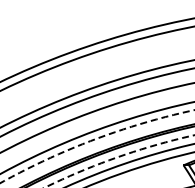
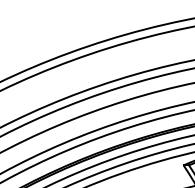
arc at (94, 139): dashed -> solid
arc at (118, 157): dashed -> solid
